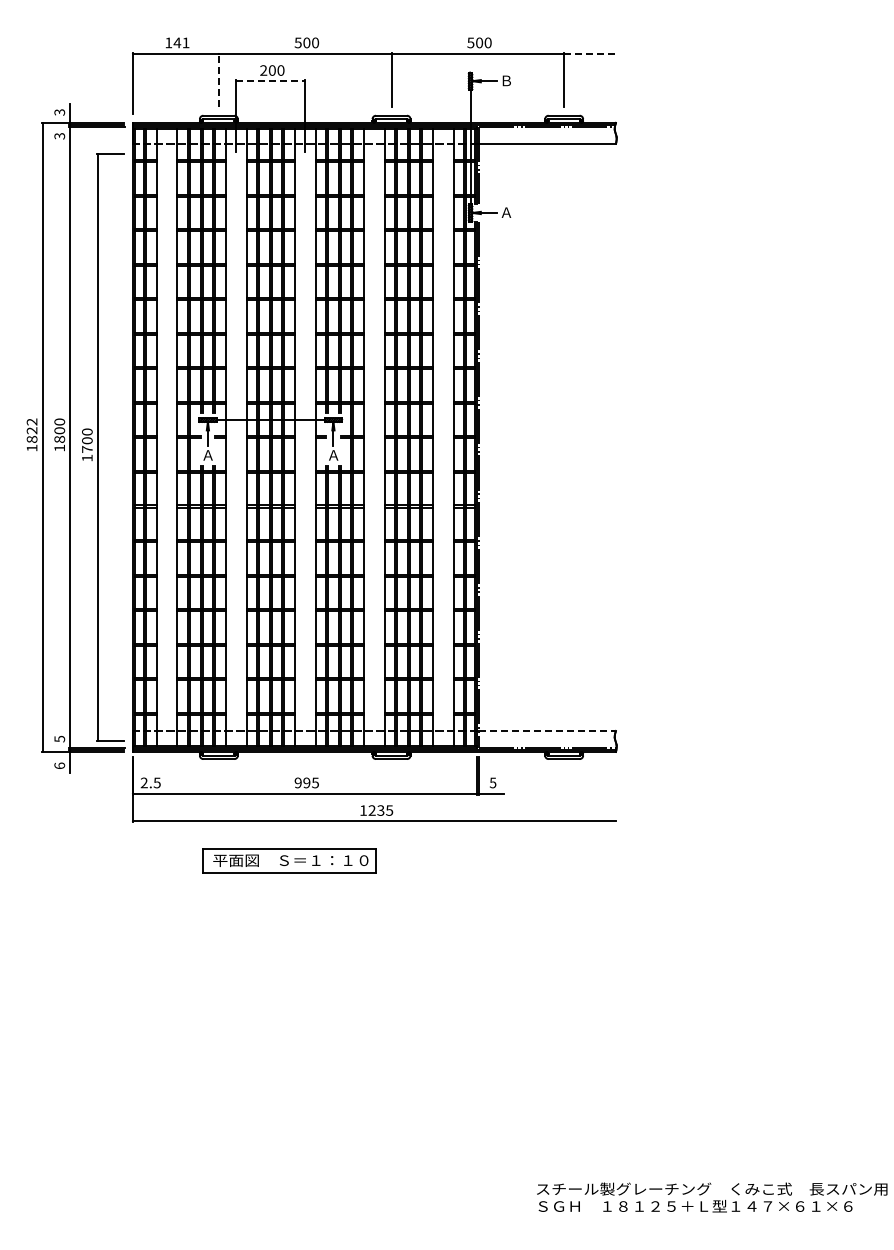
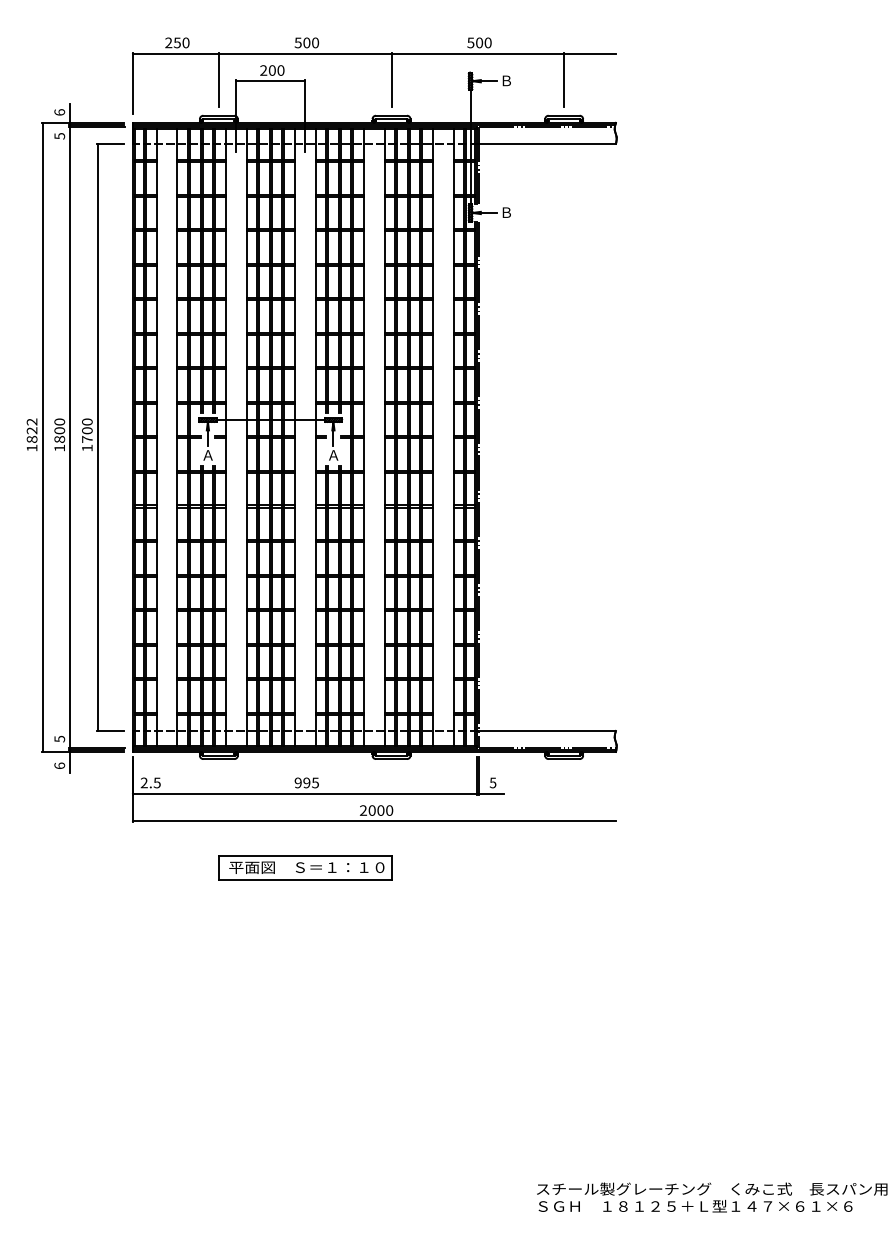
text at (177, 42): 141 -> 250
line at (590, 53): dashed -> solid
line at (218, 79): dashed -> solid
line at (270, 81): dashed -> solid
text at (59, 112): 3 -> 6
text at (59, 136): 3 -> 5
text at (506, 212): Ａ -> Ｂ
part at (103, 447) position: (103, 447) -> (103, 437)
line at (547, 730): dashed -> solid
text at (376, 810): 1235 -> 2000
part at (289, 860) position: (289, 860) -> (305, 867)
